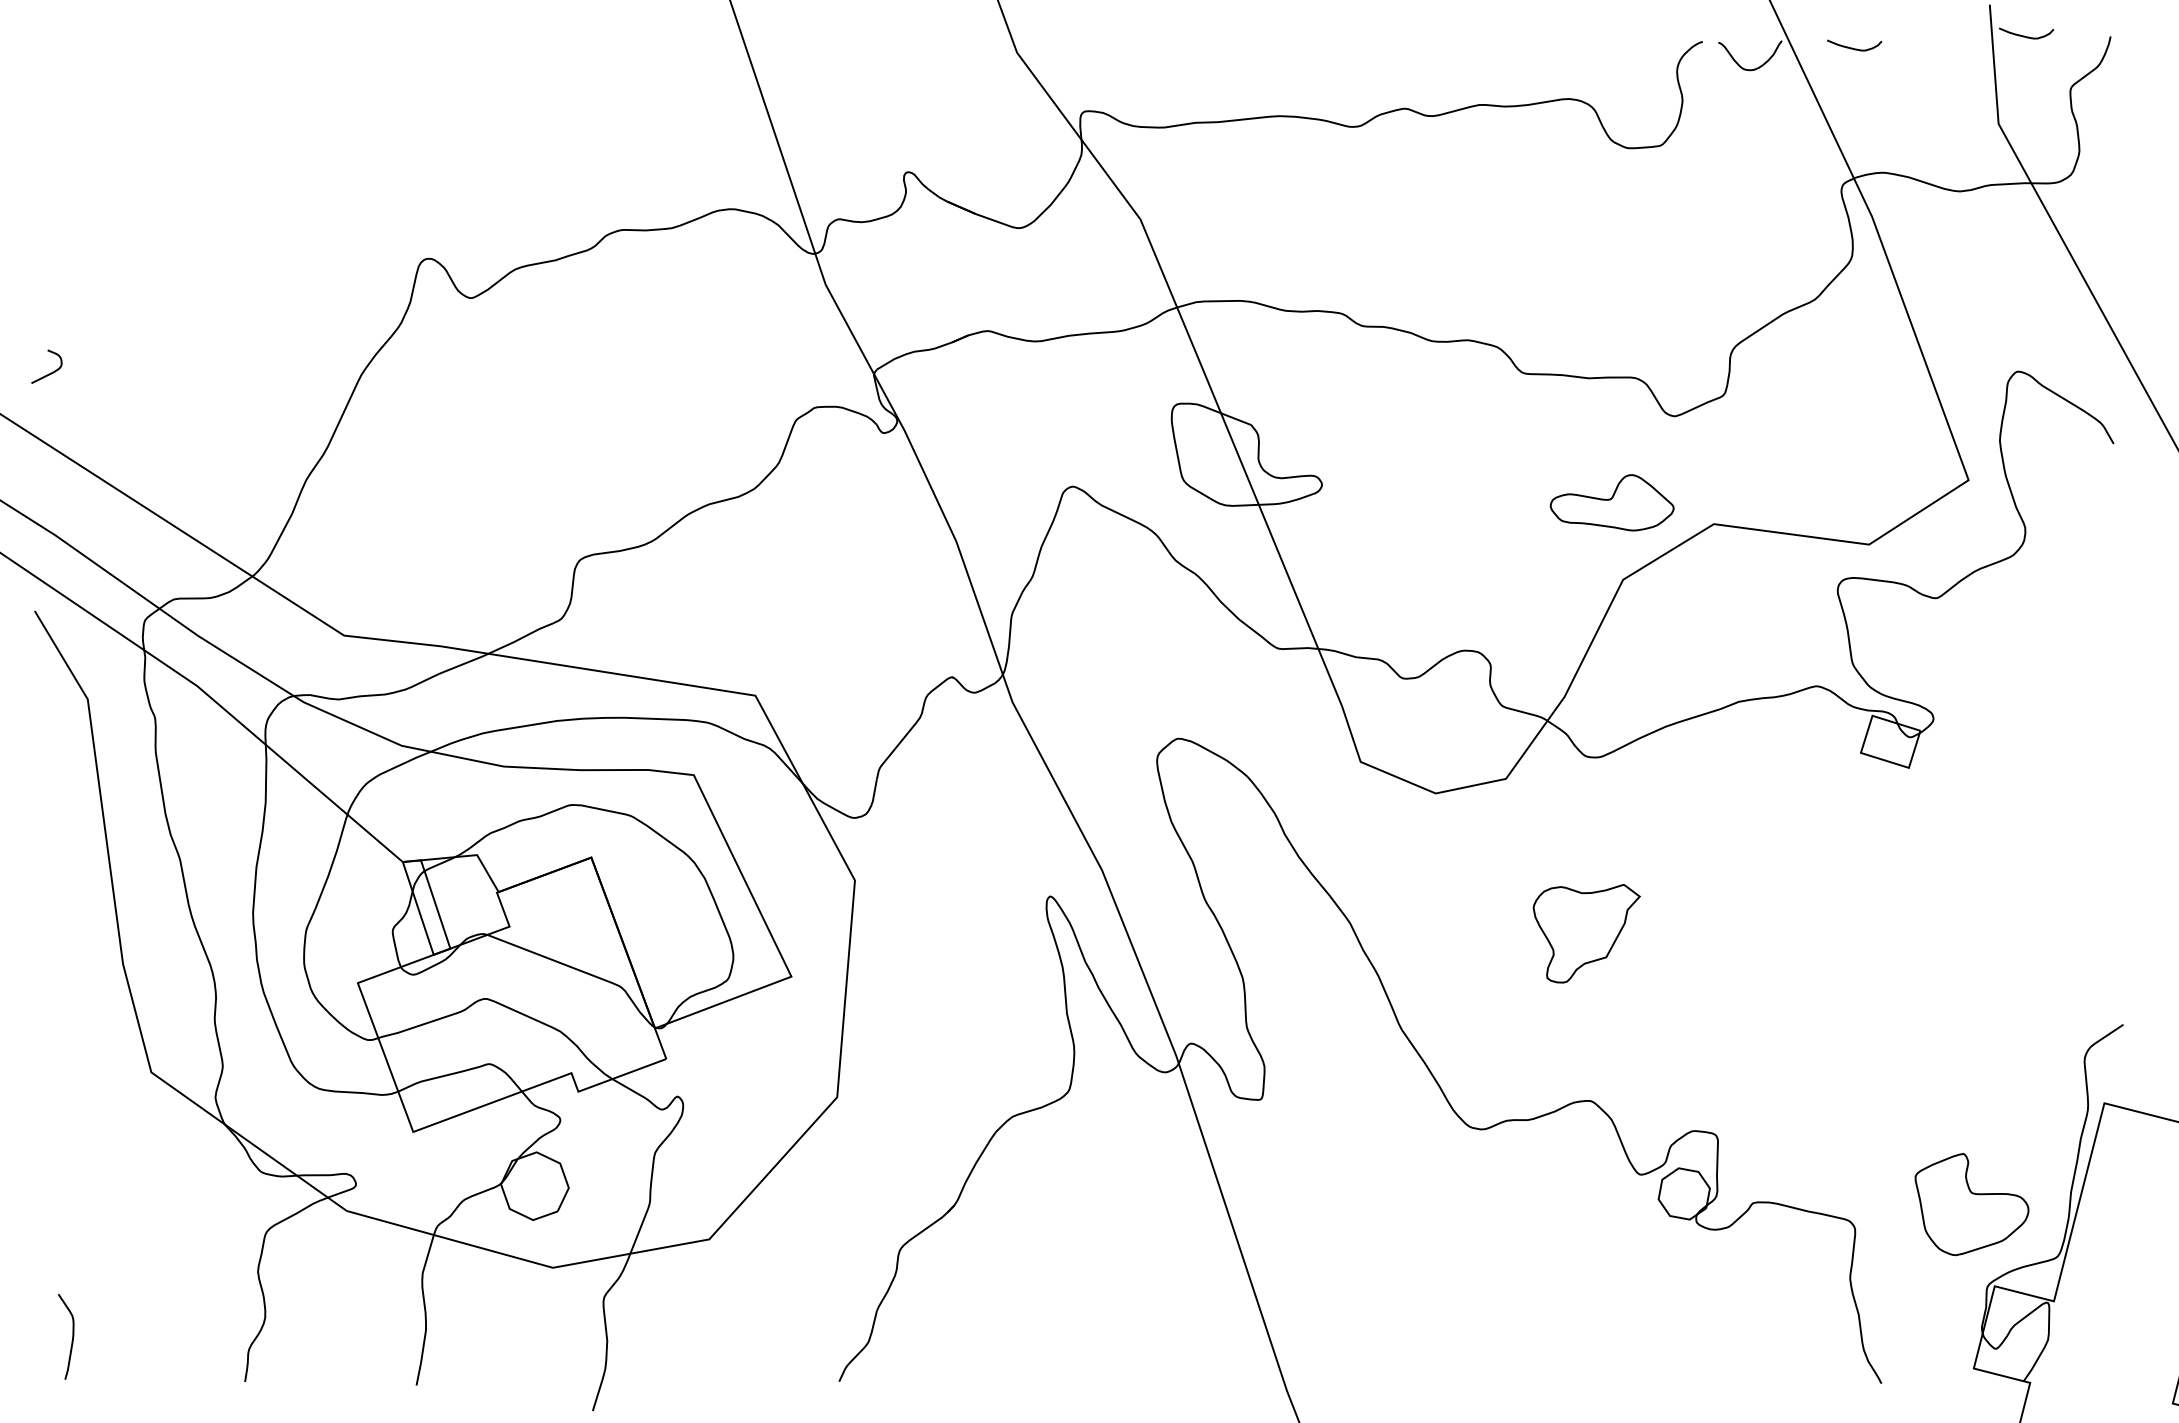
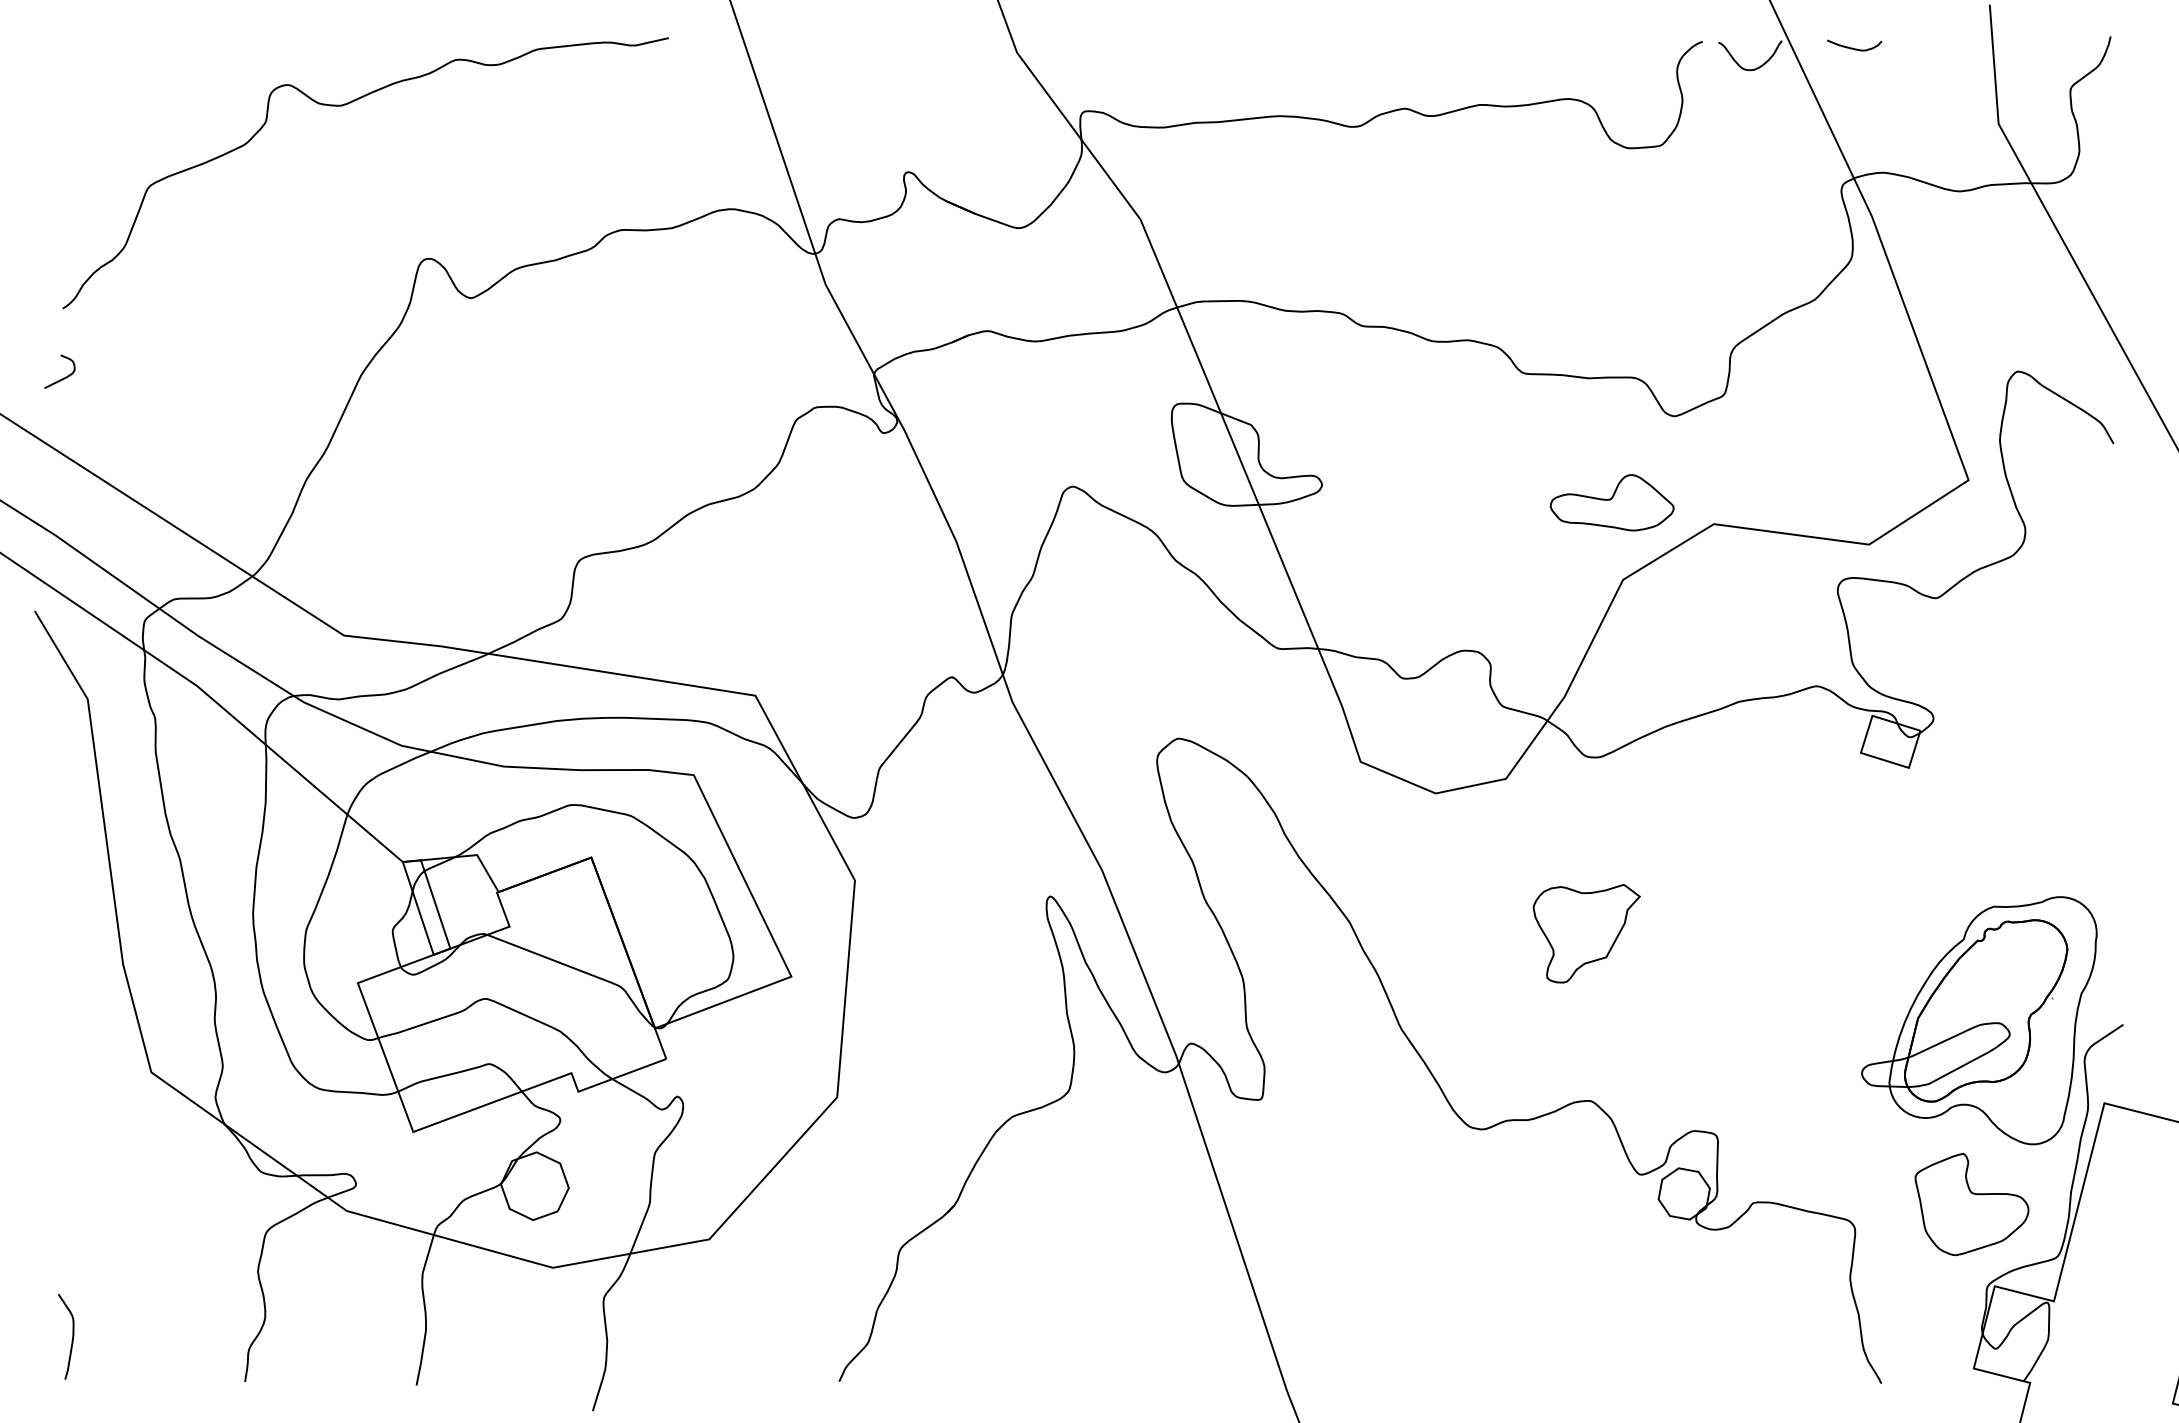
curve at (2024, 35): present -> none
curve at (342, 106): none -> present
curve at (50, 372) position: (50, 372) -> (63, 377)
part at (1979, 1020): none -> present
